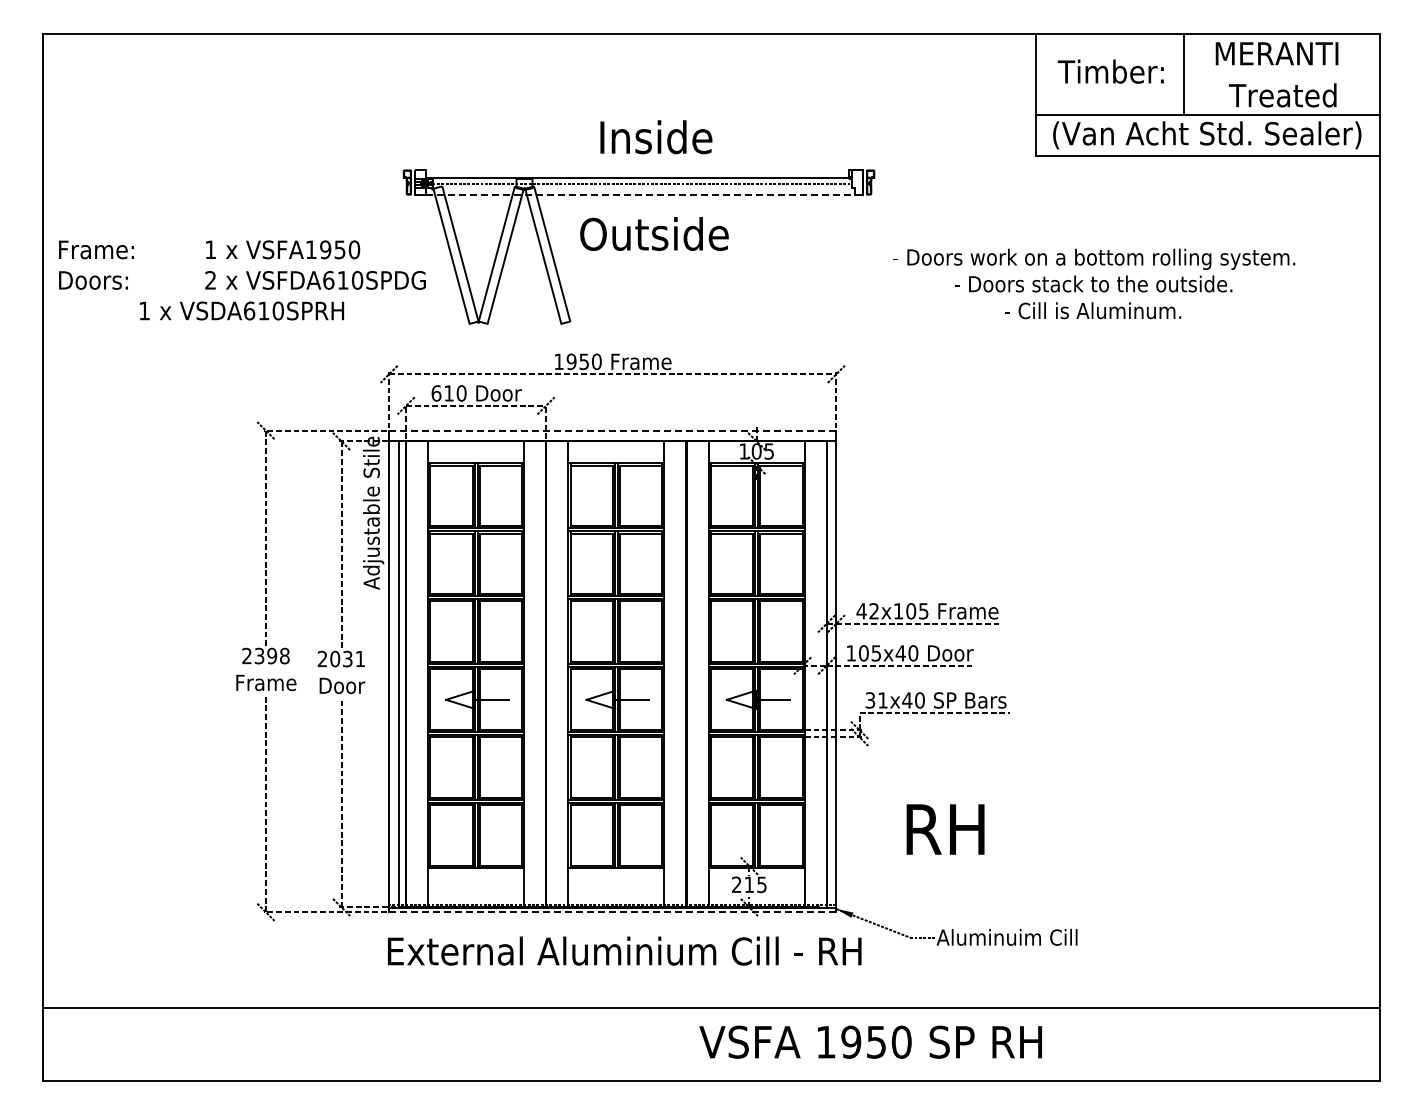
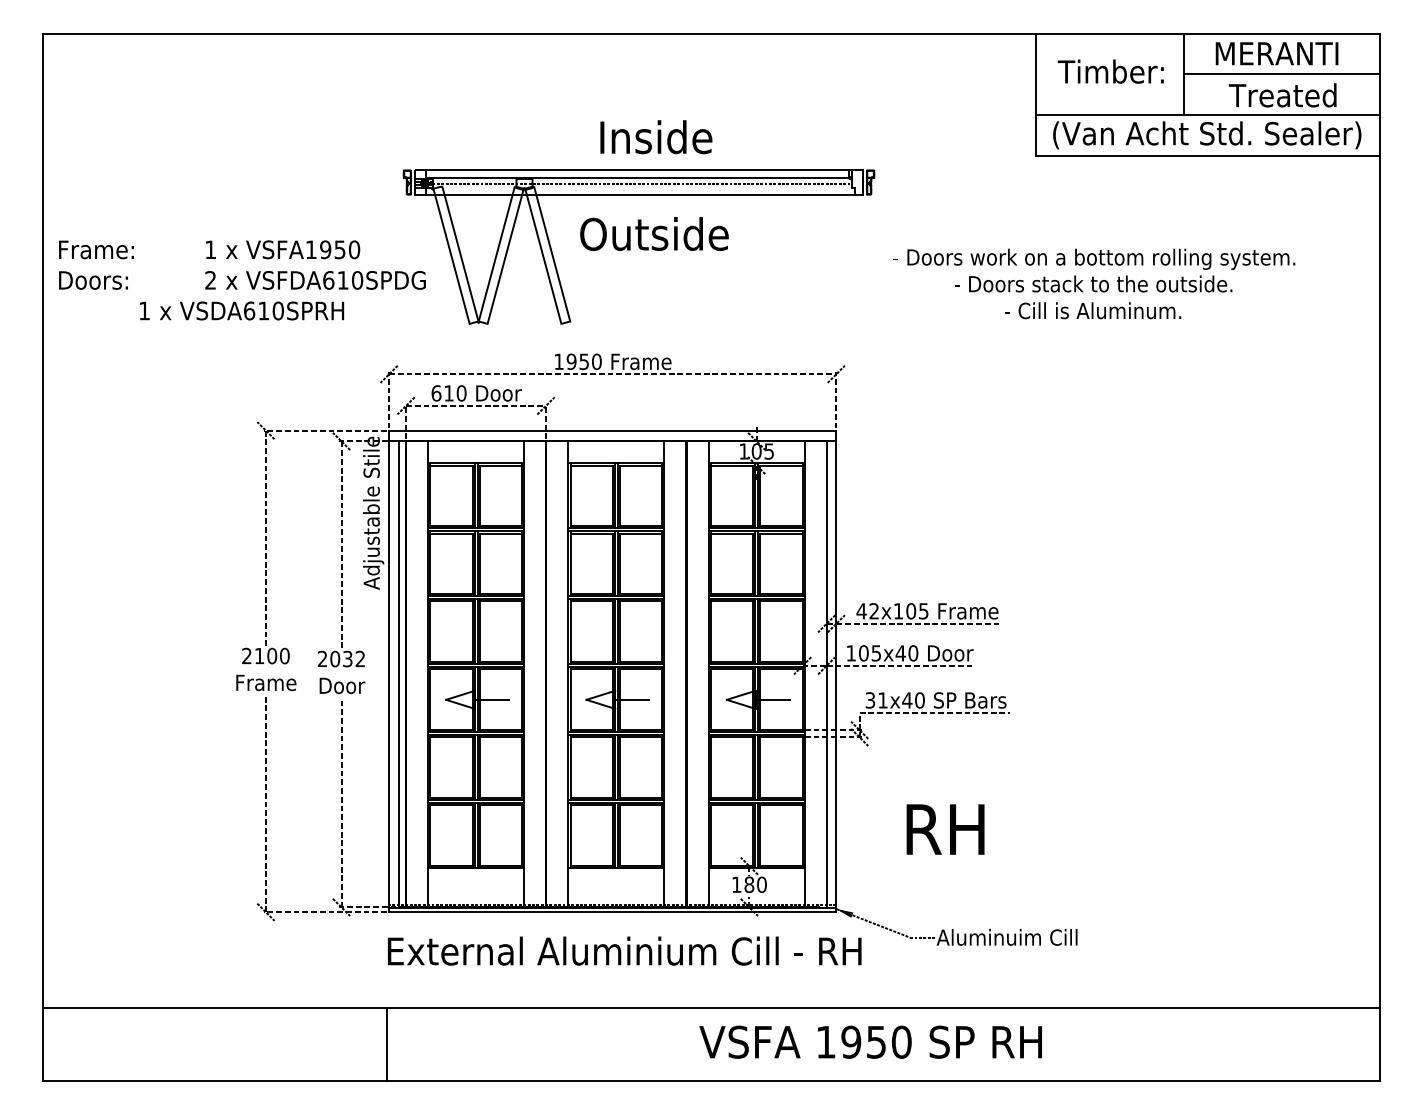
line at (1282, 74): none -> present
line at (637, 170): none -> present
line at (640, 194): dashed -> solid
line at (612, 430): dashed -> solid
text at (271, 655): 2398 -> 2100
text at (359, 658): 2031 -> 2032
text at (749, 884): 215 -> 180
line at (612, 912): dashed -> solid
line at (386, 1044): none -> present
